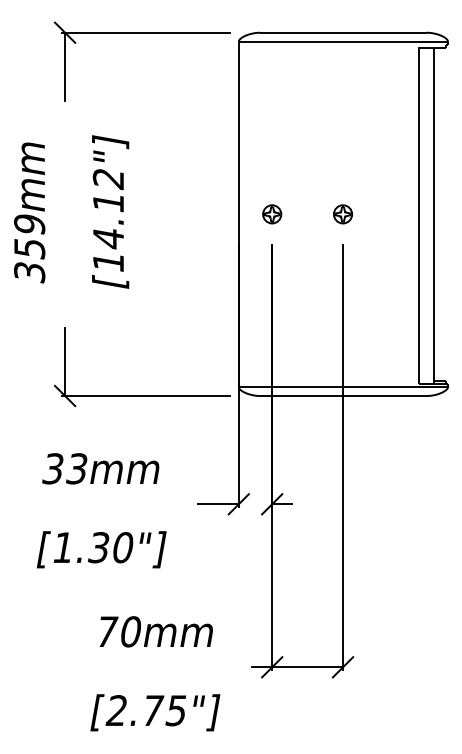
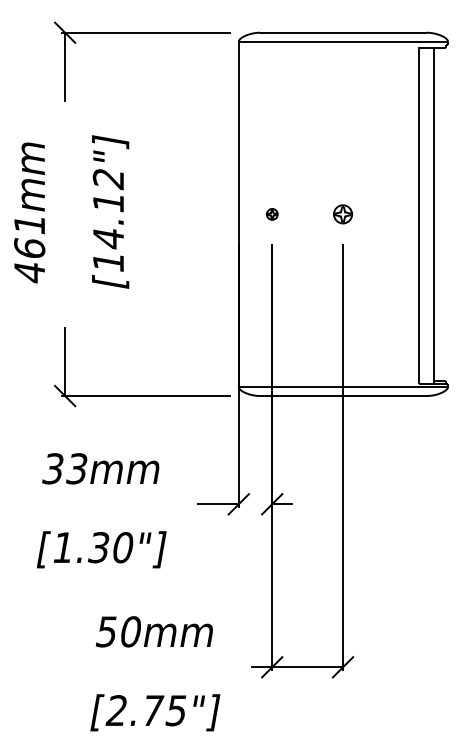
part at (272, 214) size: 21x21 px -> 13x13 px
text at (29, 248): 359mm -> 461mm
text at (106, 631): 70mm -> 50mm
